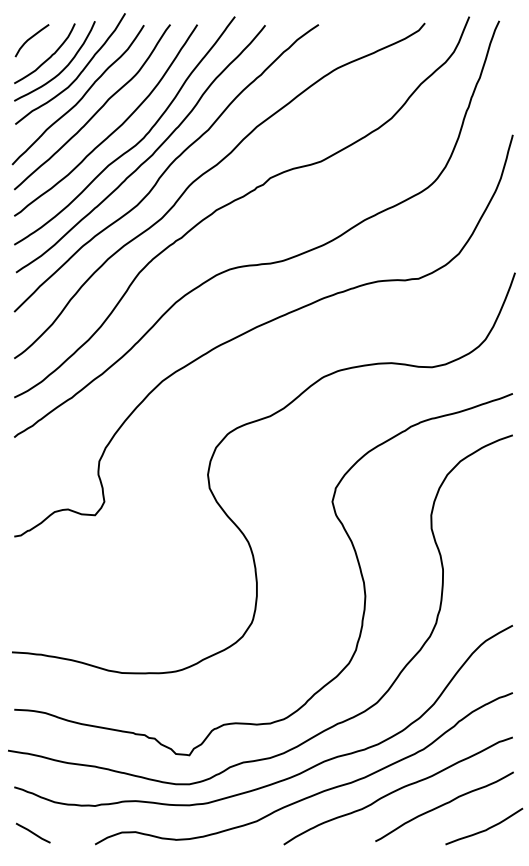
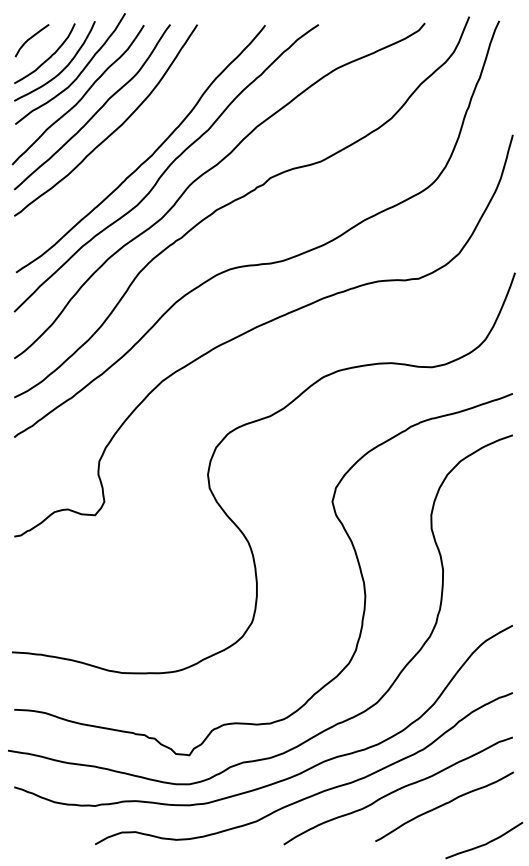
curve at (133, 145): present -> none
curve at (486, 828) position: (486, 828) -> (486, 842)
line at (32, 832): present -> none
